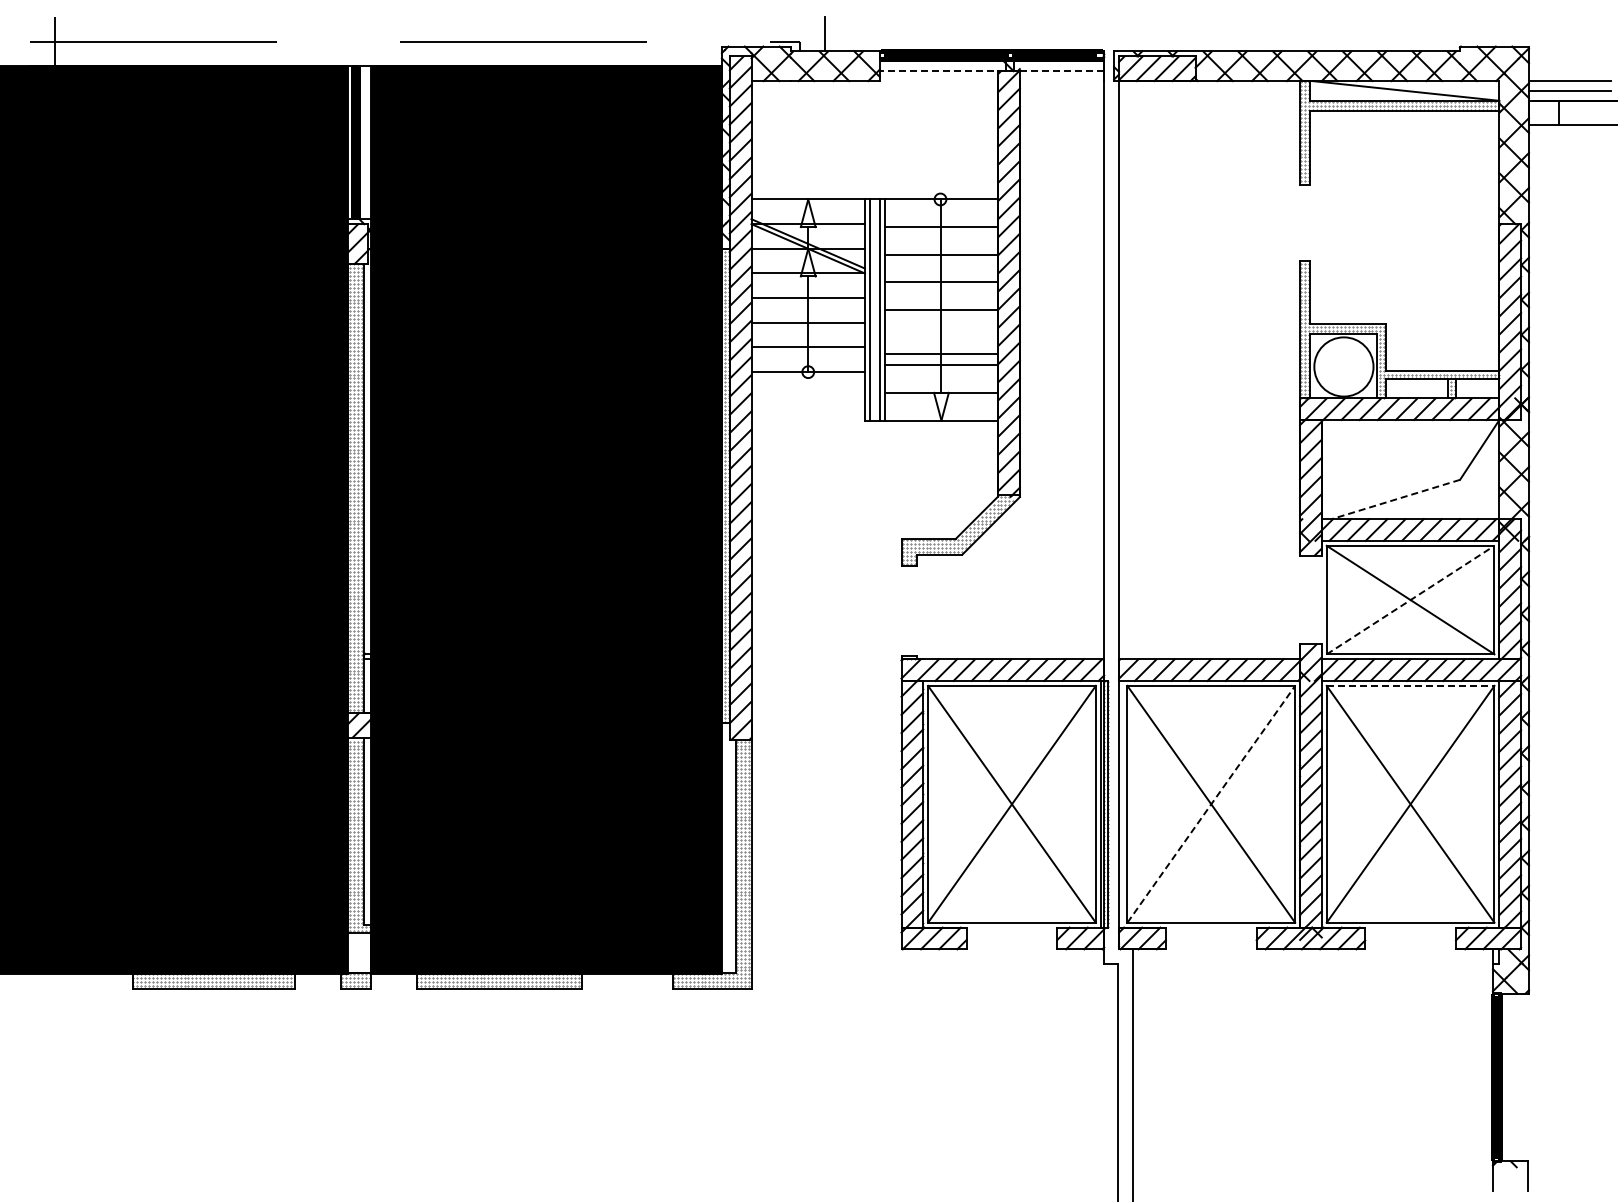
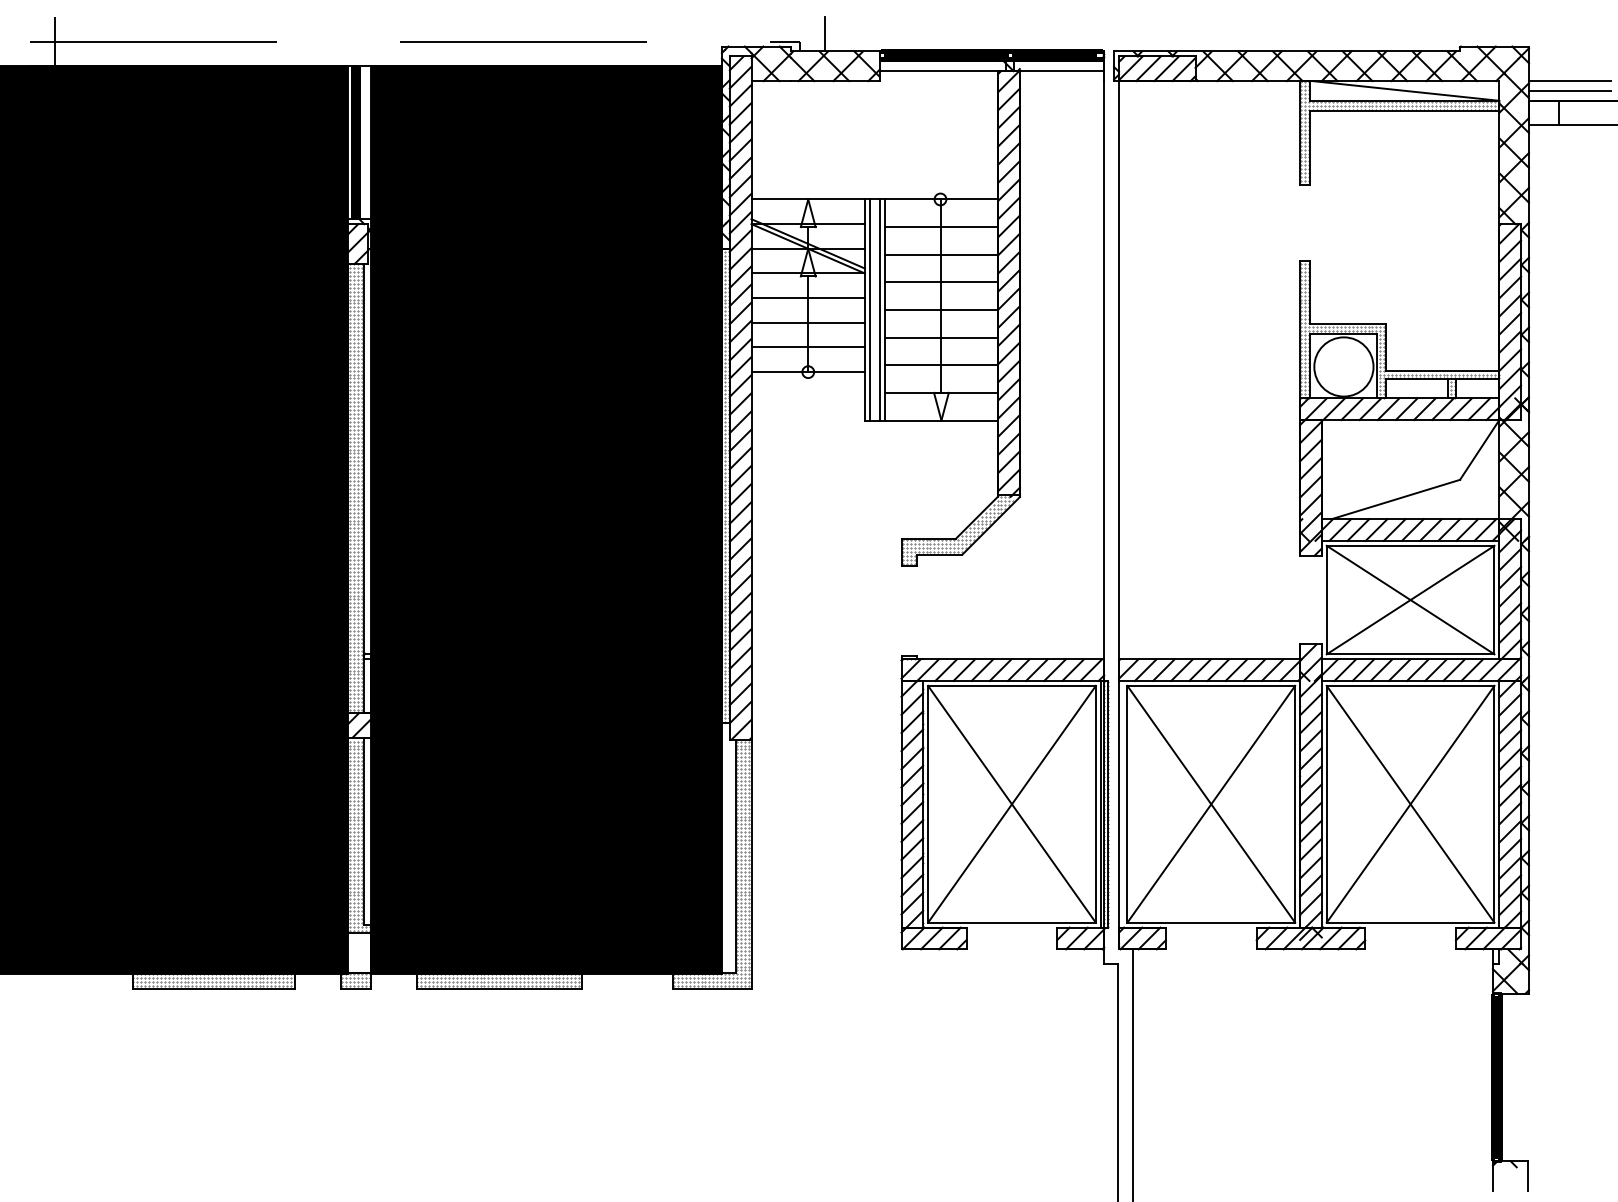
line at (991, 71): dashed -> solid
line at (941, 353) position: (941, 353) -> (941, 337)
line at (1395, 499): dashed -> solid
line at (1410, 600): dashed -> solid
line at (1410, 685): dashed -> solid
line at (1211, 803): dashed -> solid
